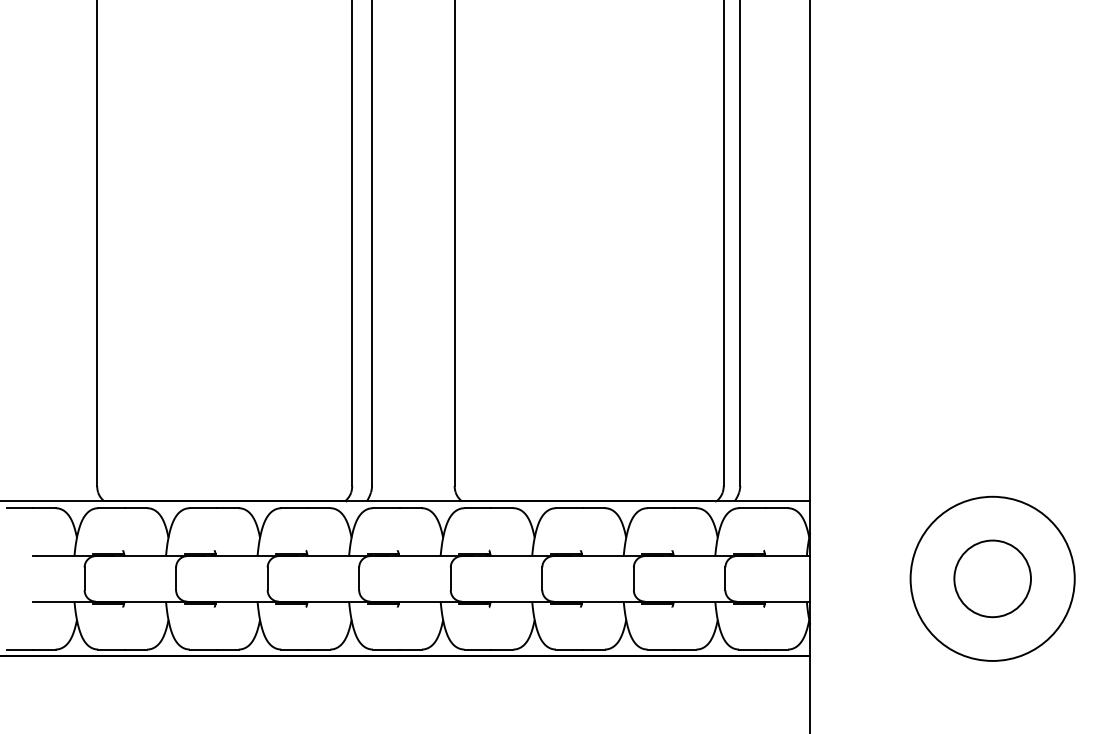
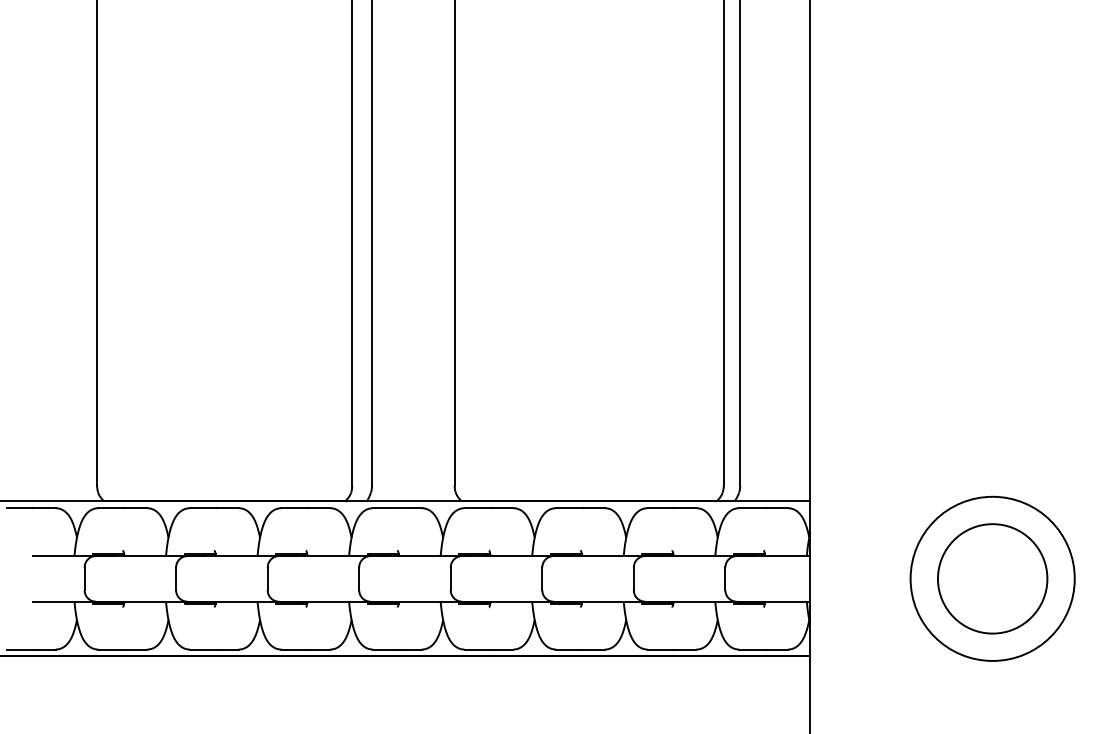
circle at (992, 578) diameter: 77 px -> 109 px
